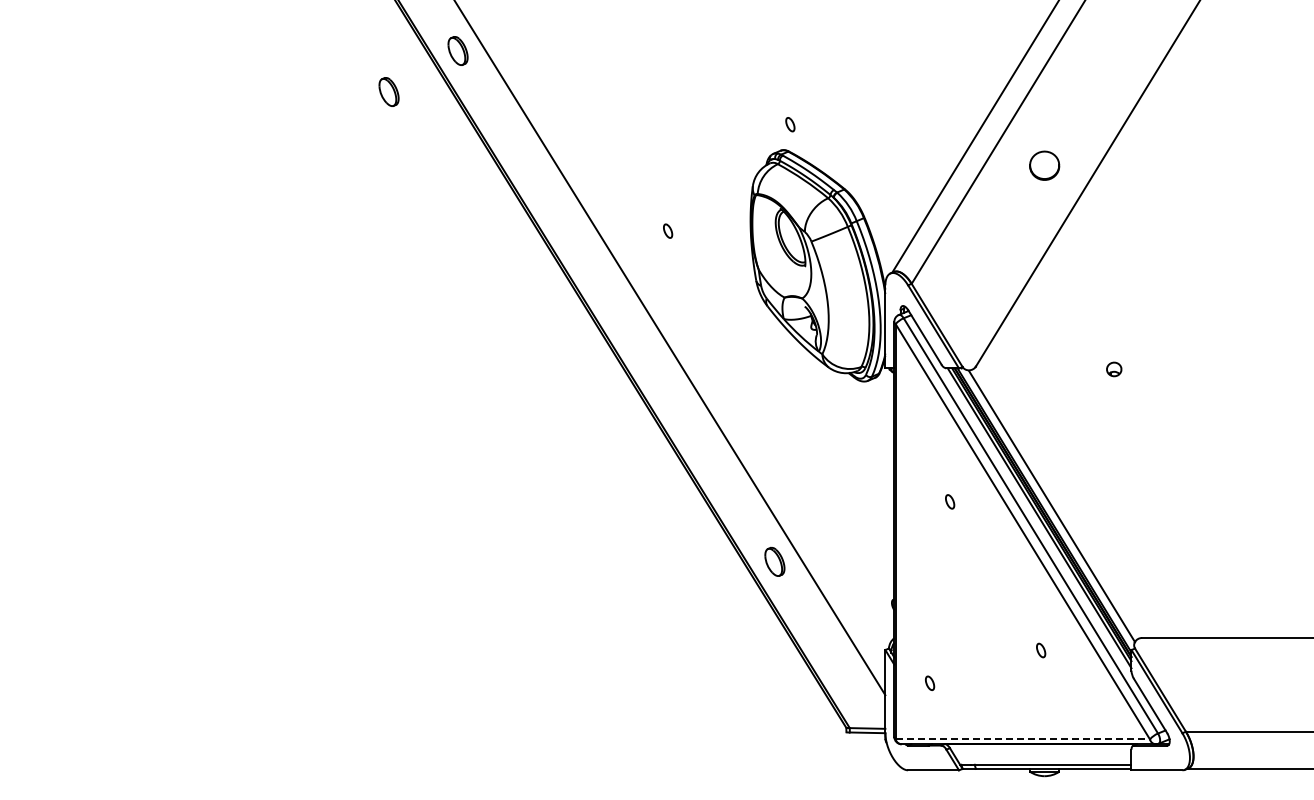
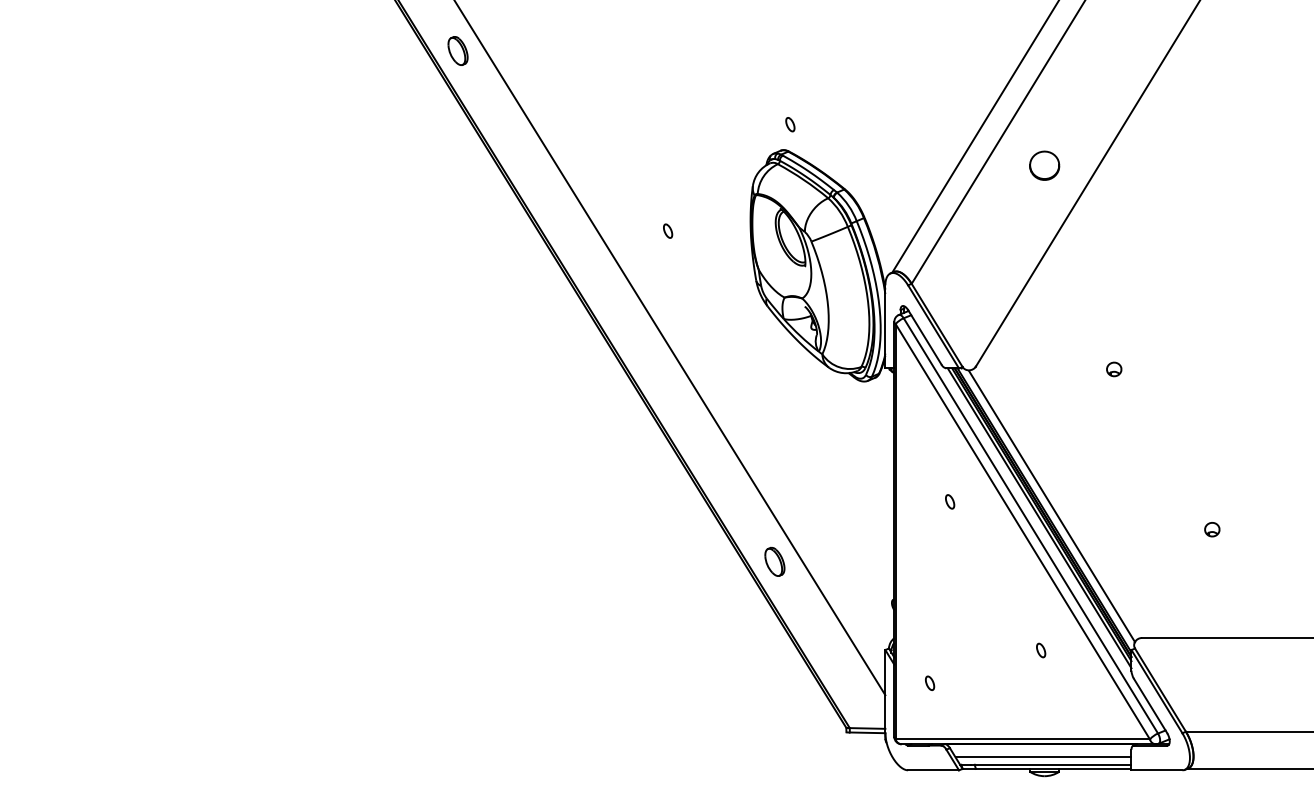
part at (388, 91): present -> none
part at (1212, 529): none -> present
line at (1023, 739): dashed -> solid
line at (1043, 757): none -> present
